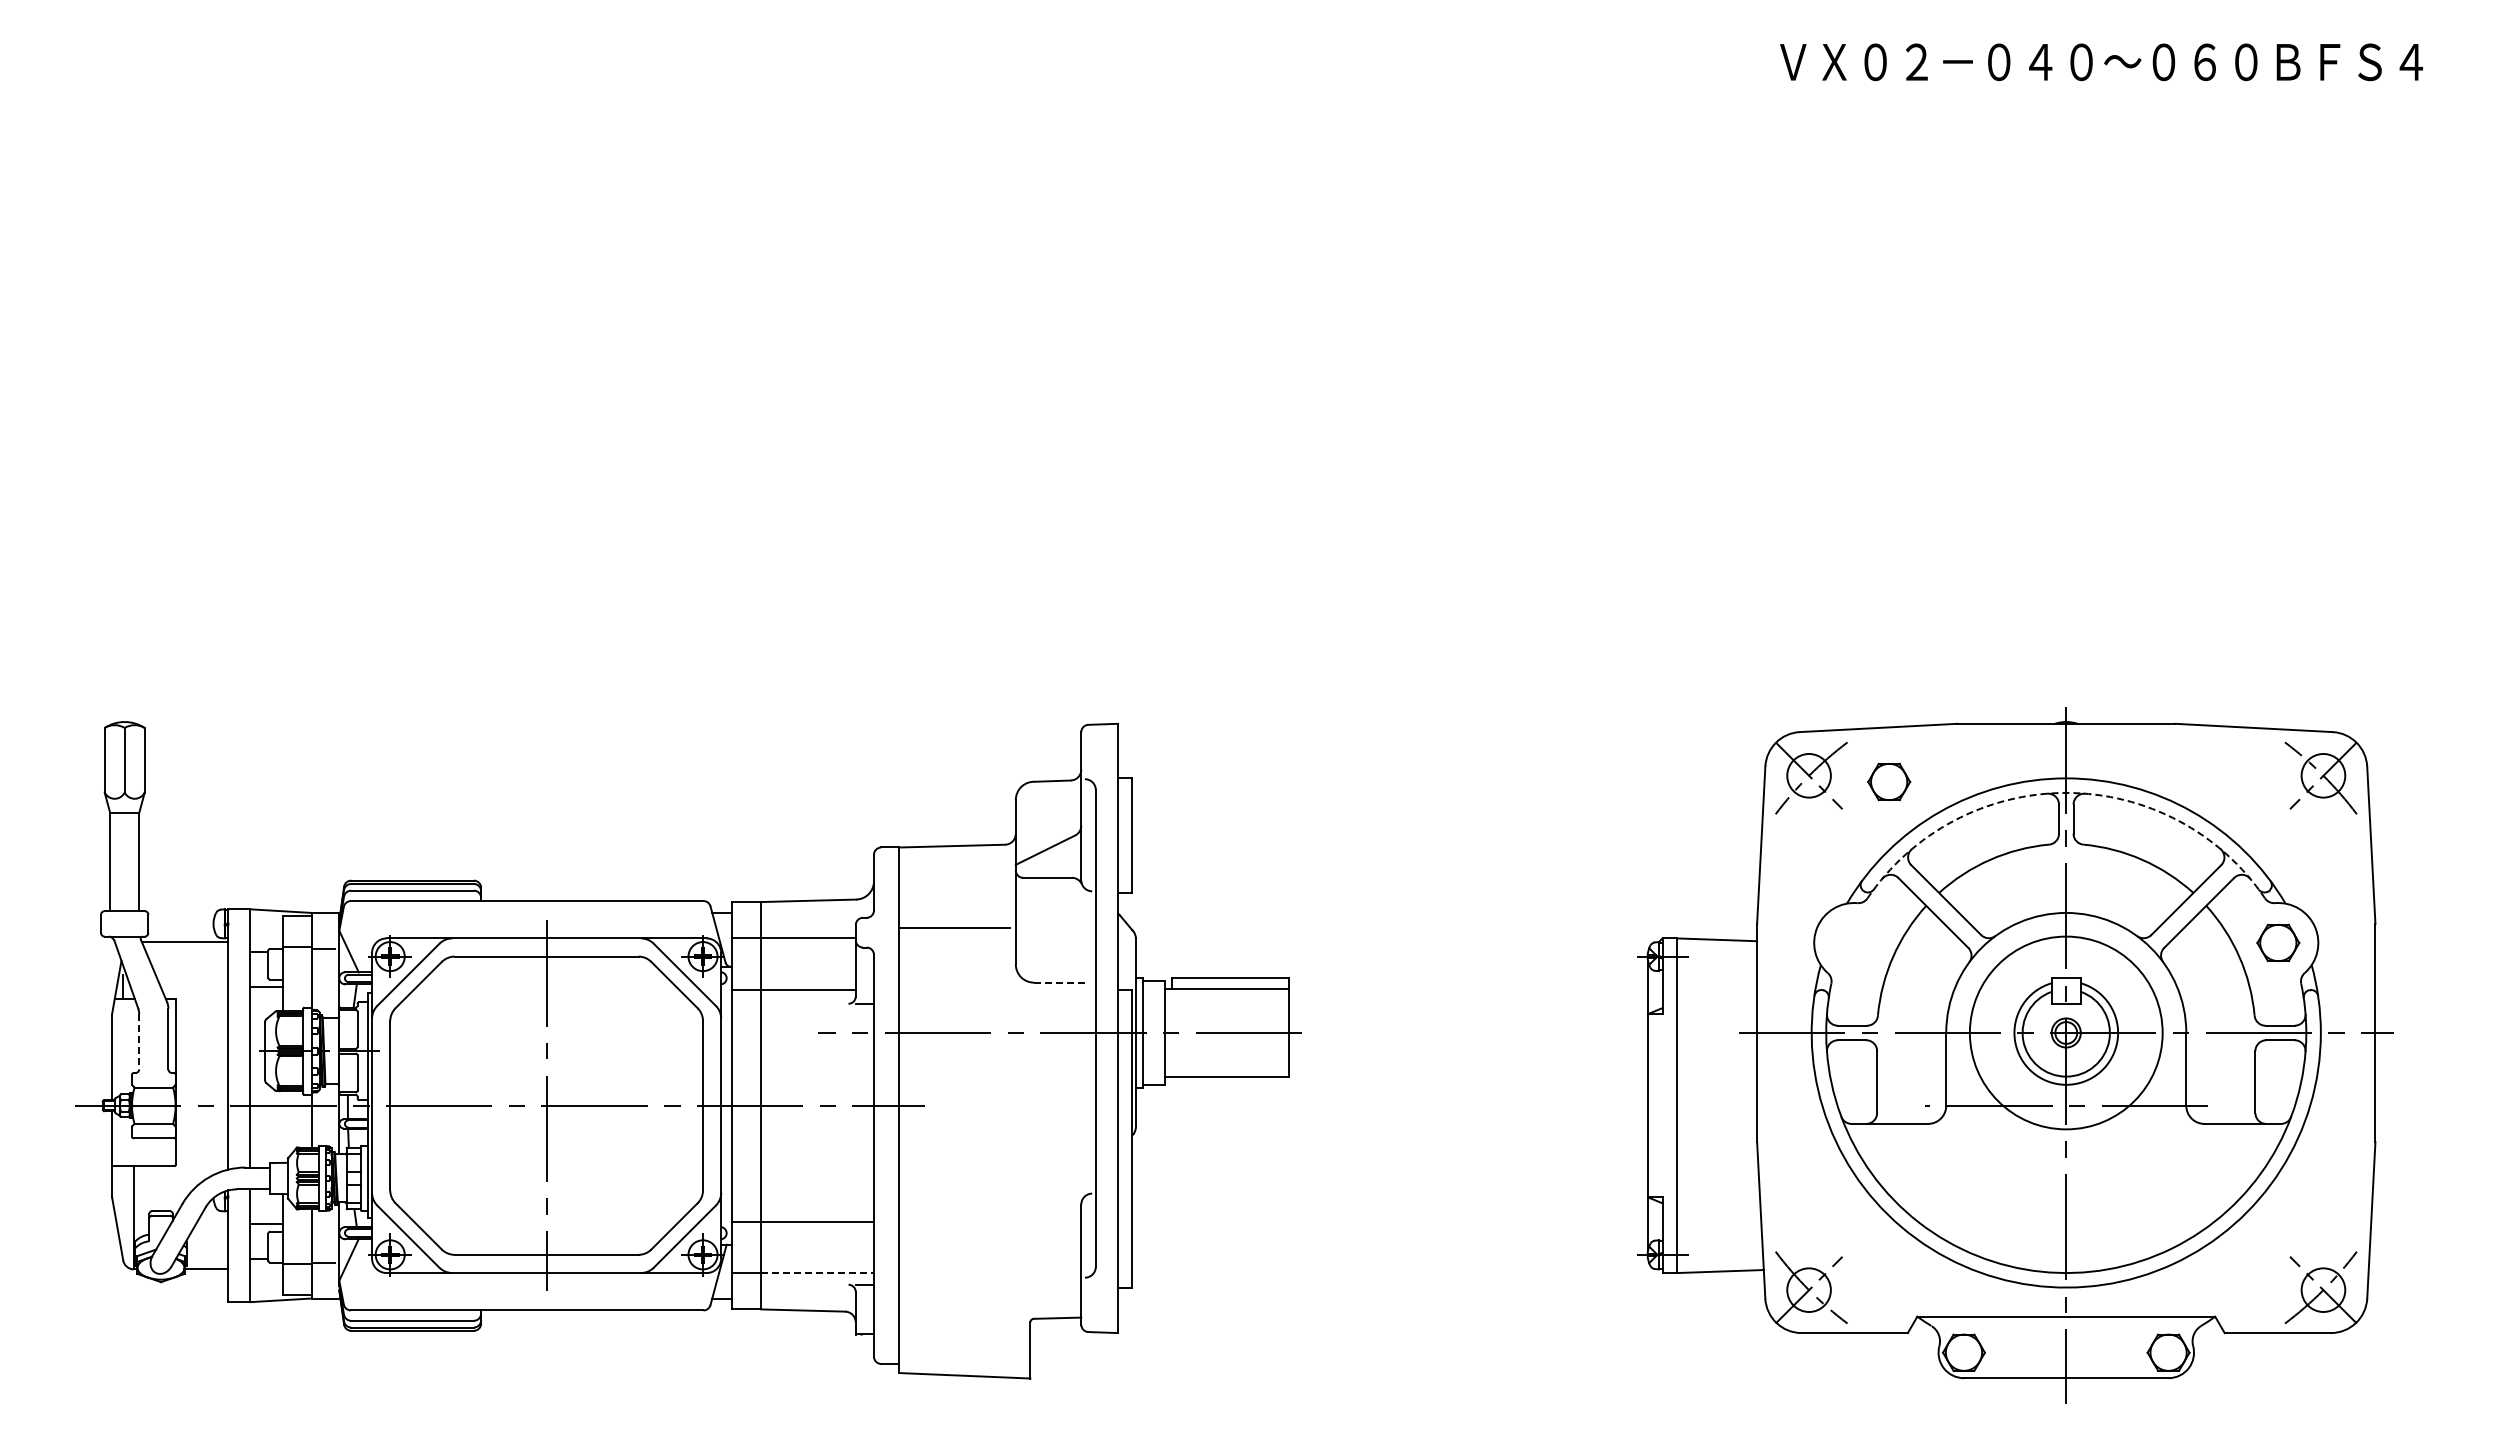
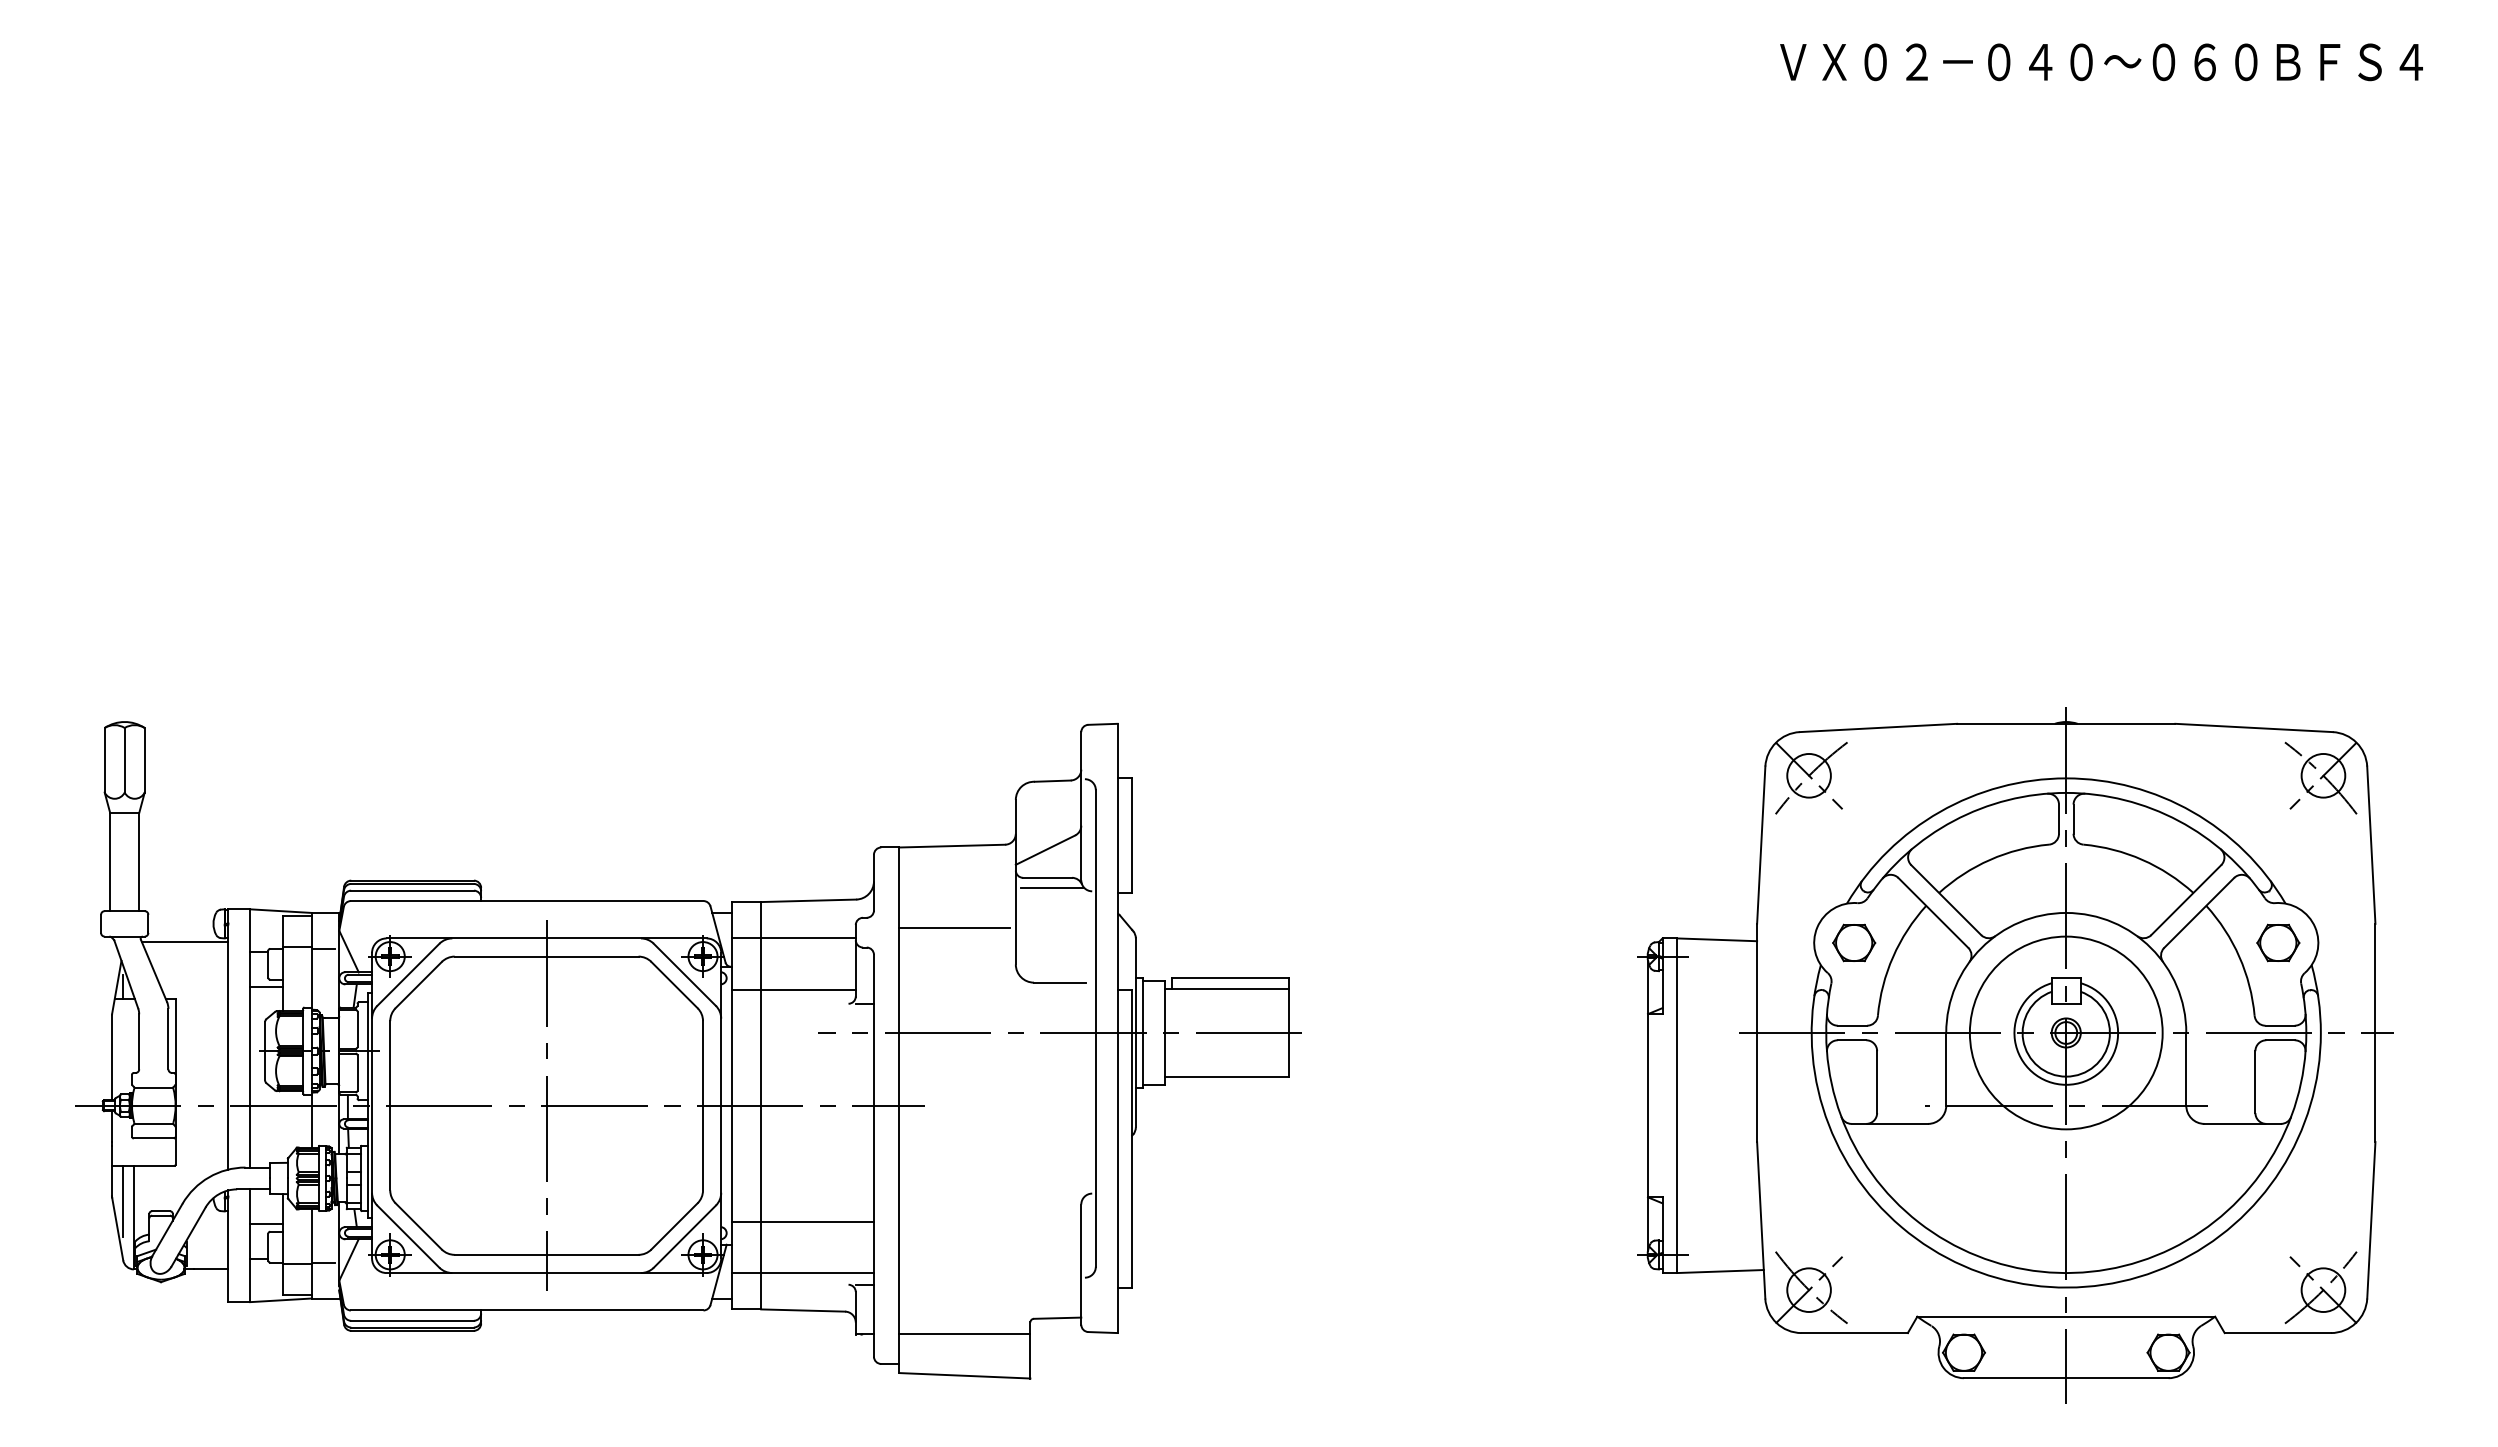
part at (1889, 781) position: (1889, 781) -> (1854, 942)
arc at (2066, 792): dashed -> solid
line at (1052, 888): none -> present
line at (1059, 982): dashed -> solid
line at (139, 1041): dashed -> solid
line at (123, 1200): none -> present
line at (818, 1273): dashed -> solid
line at (964, 1334): none -> present
